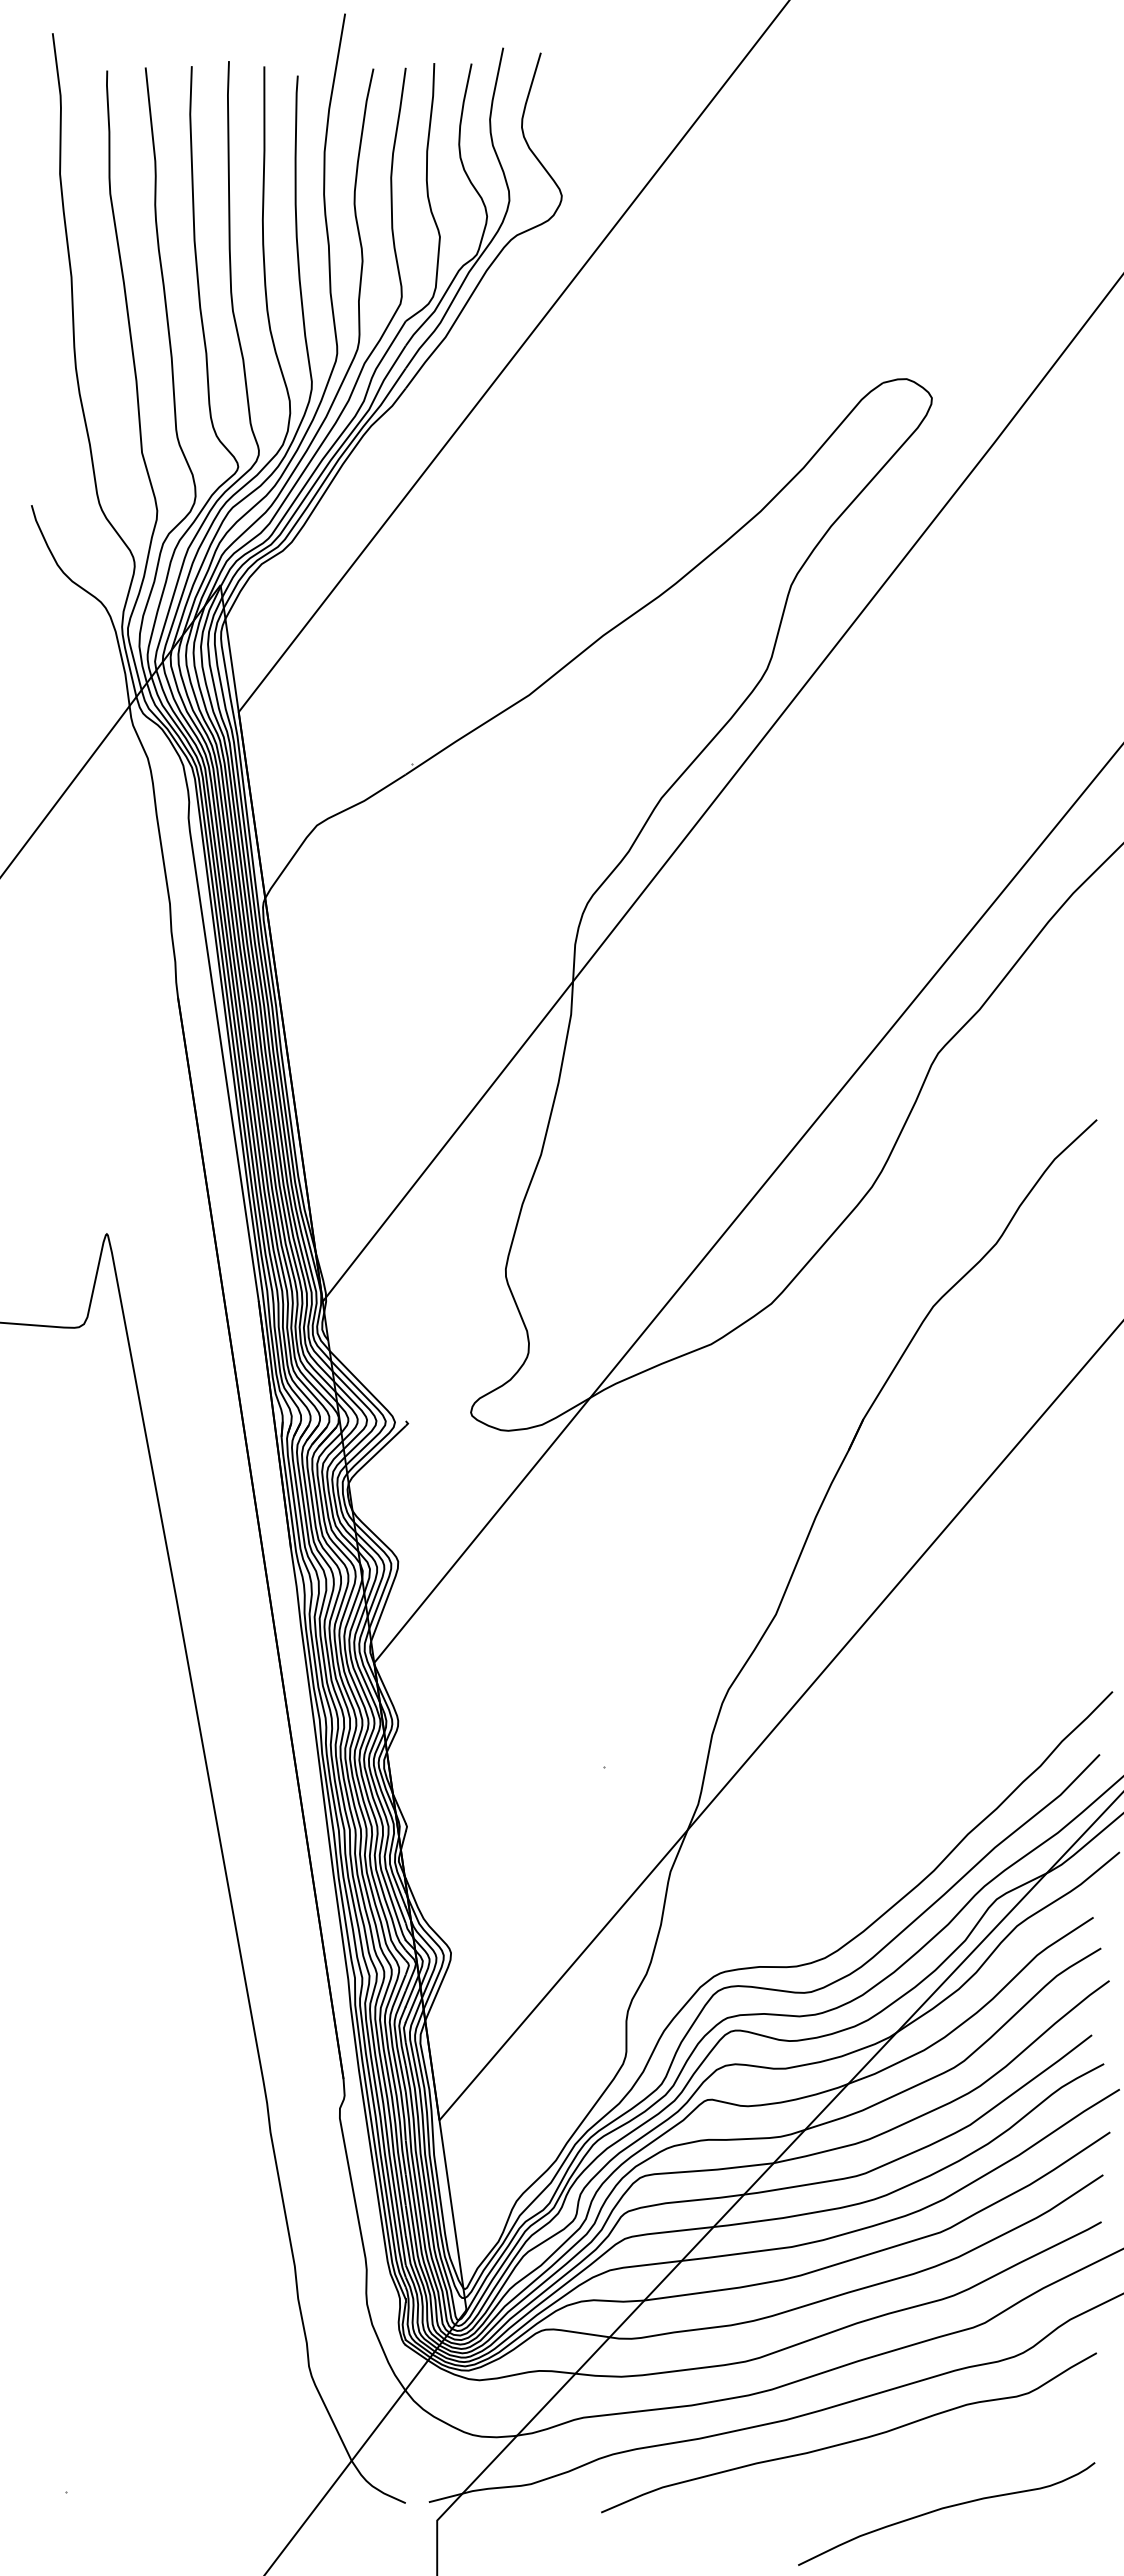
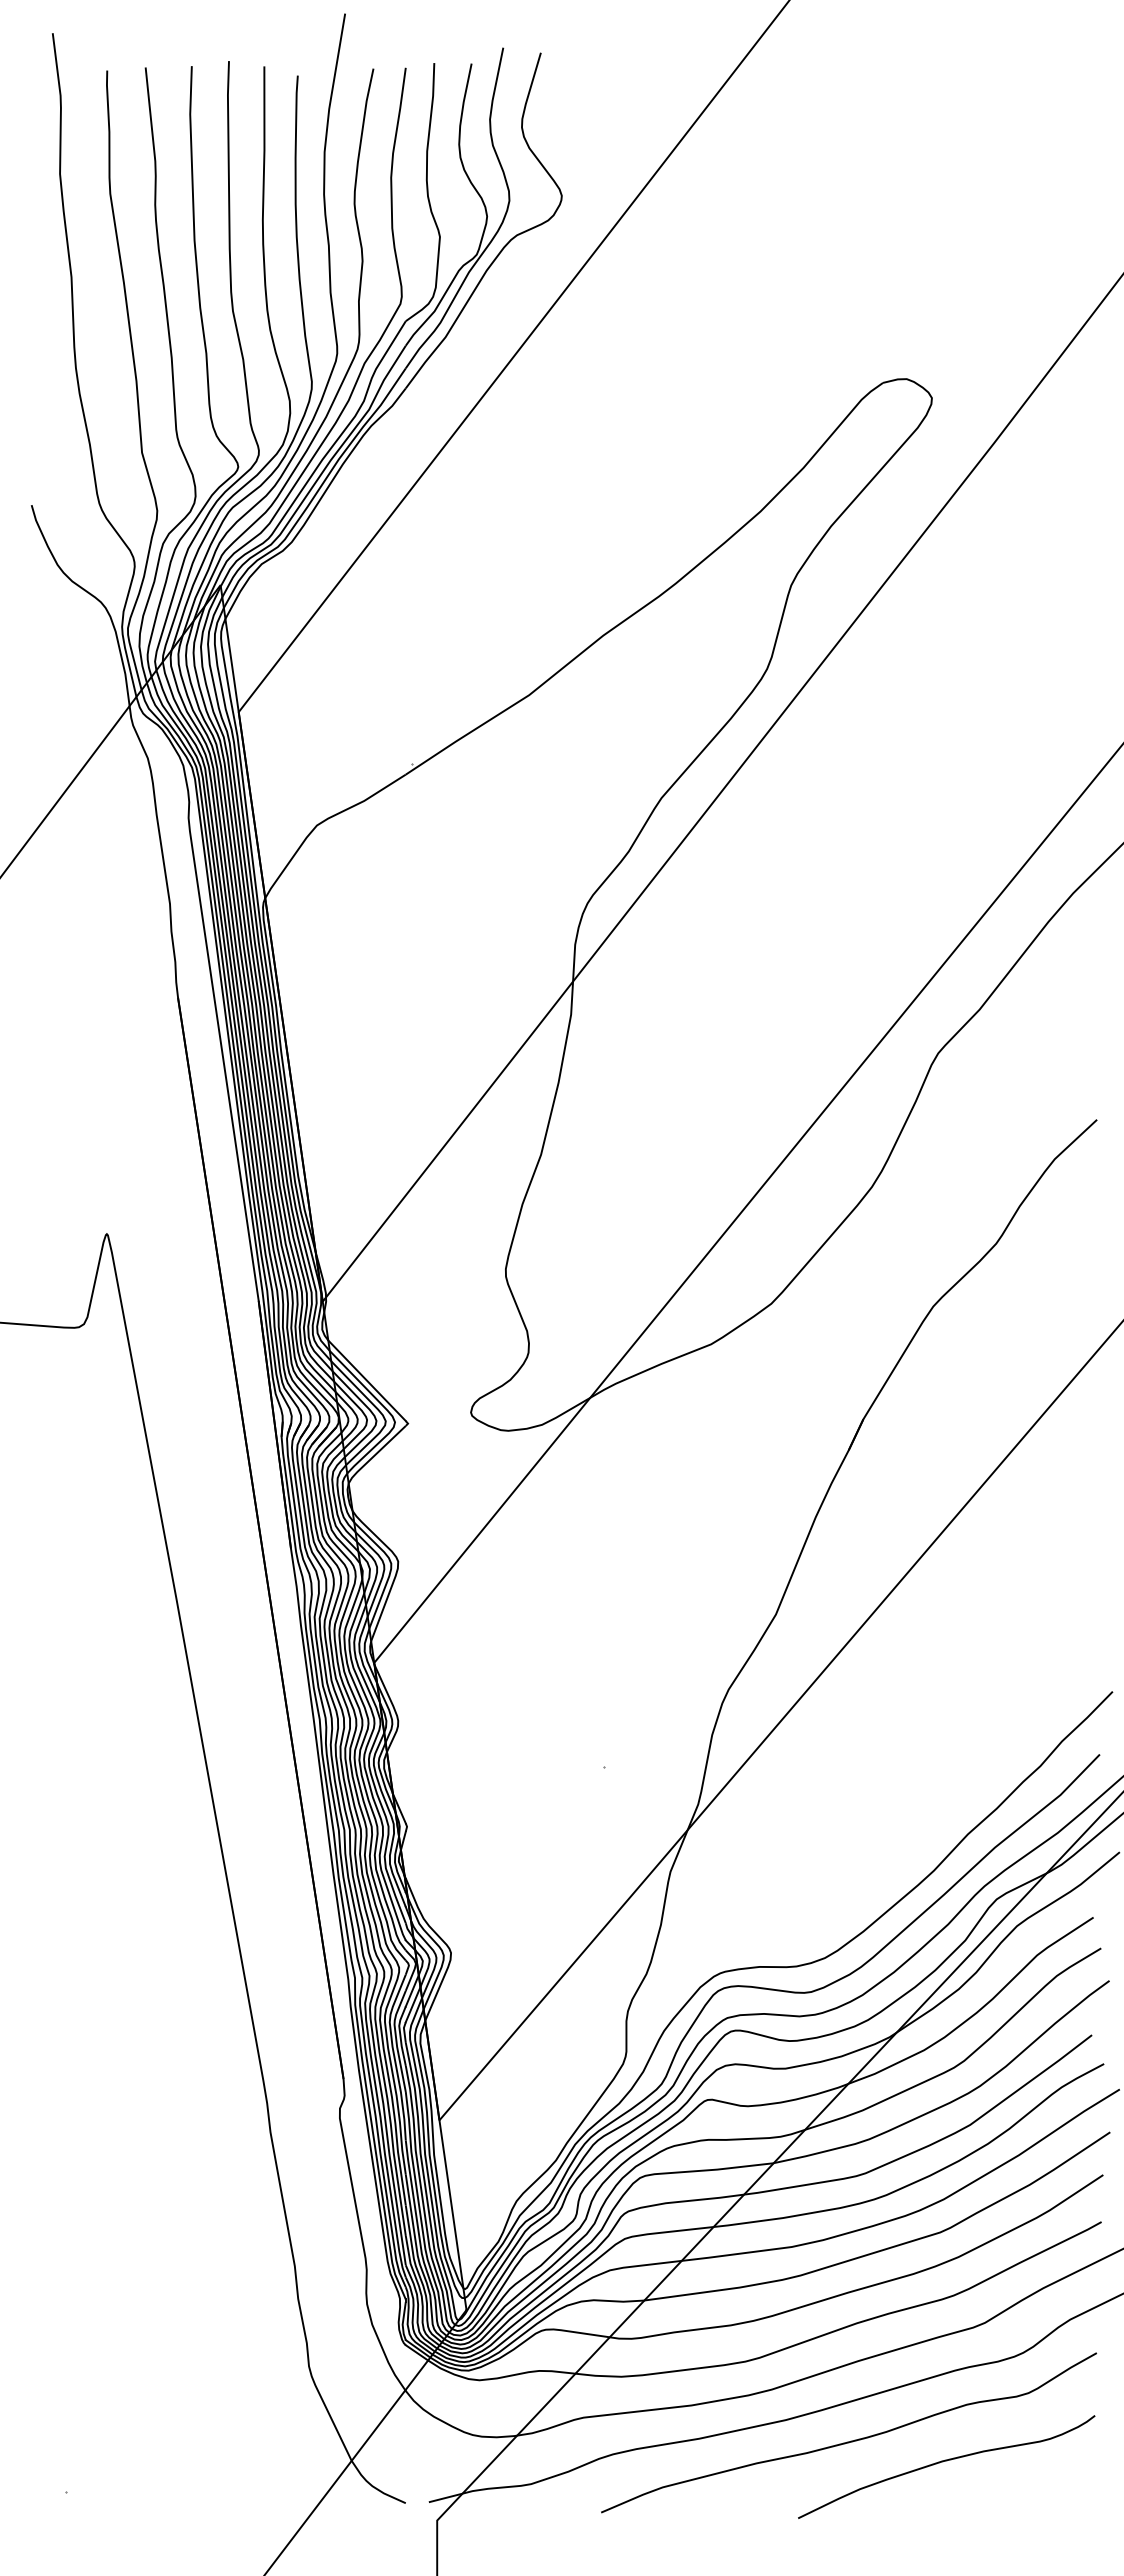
line at (366, 1380): none -> present
curve at (946, 2508) position: (946, 2508) -> (946, 2461)
